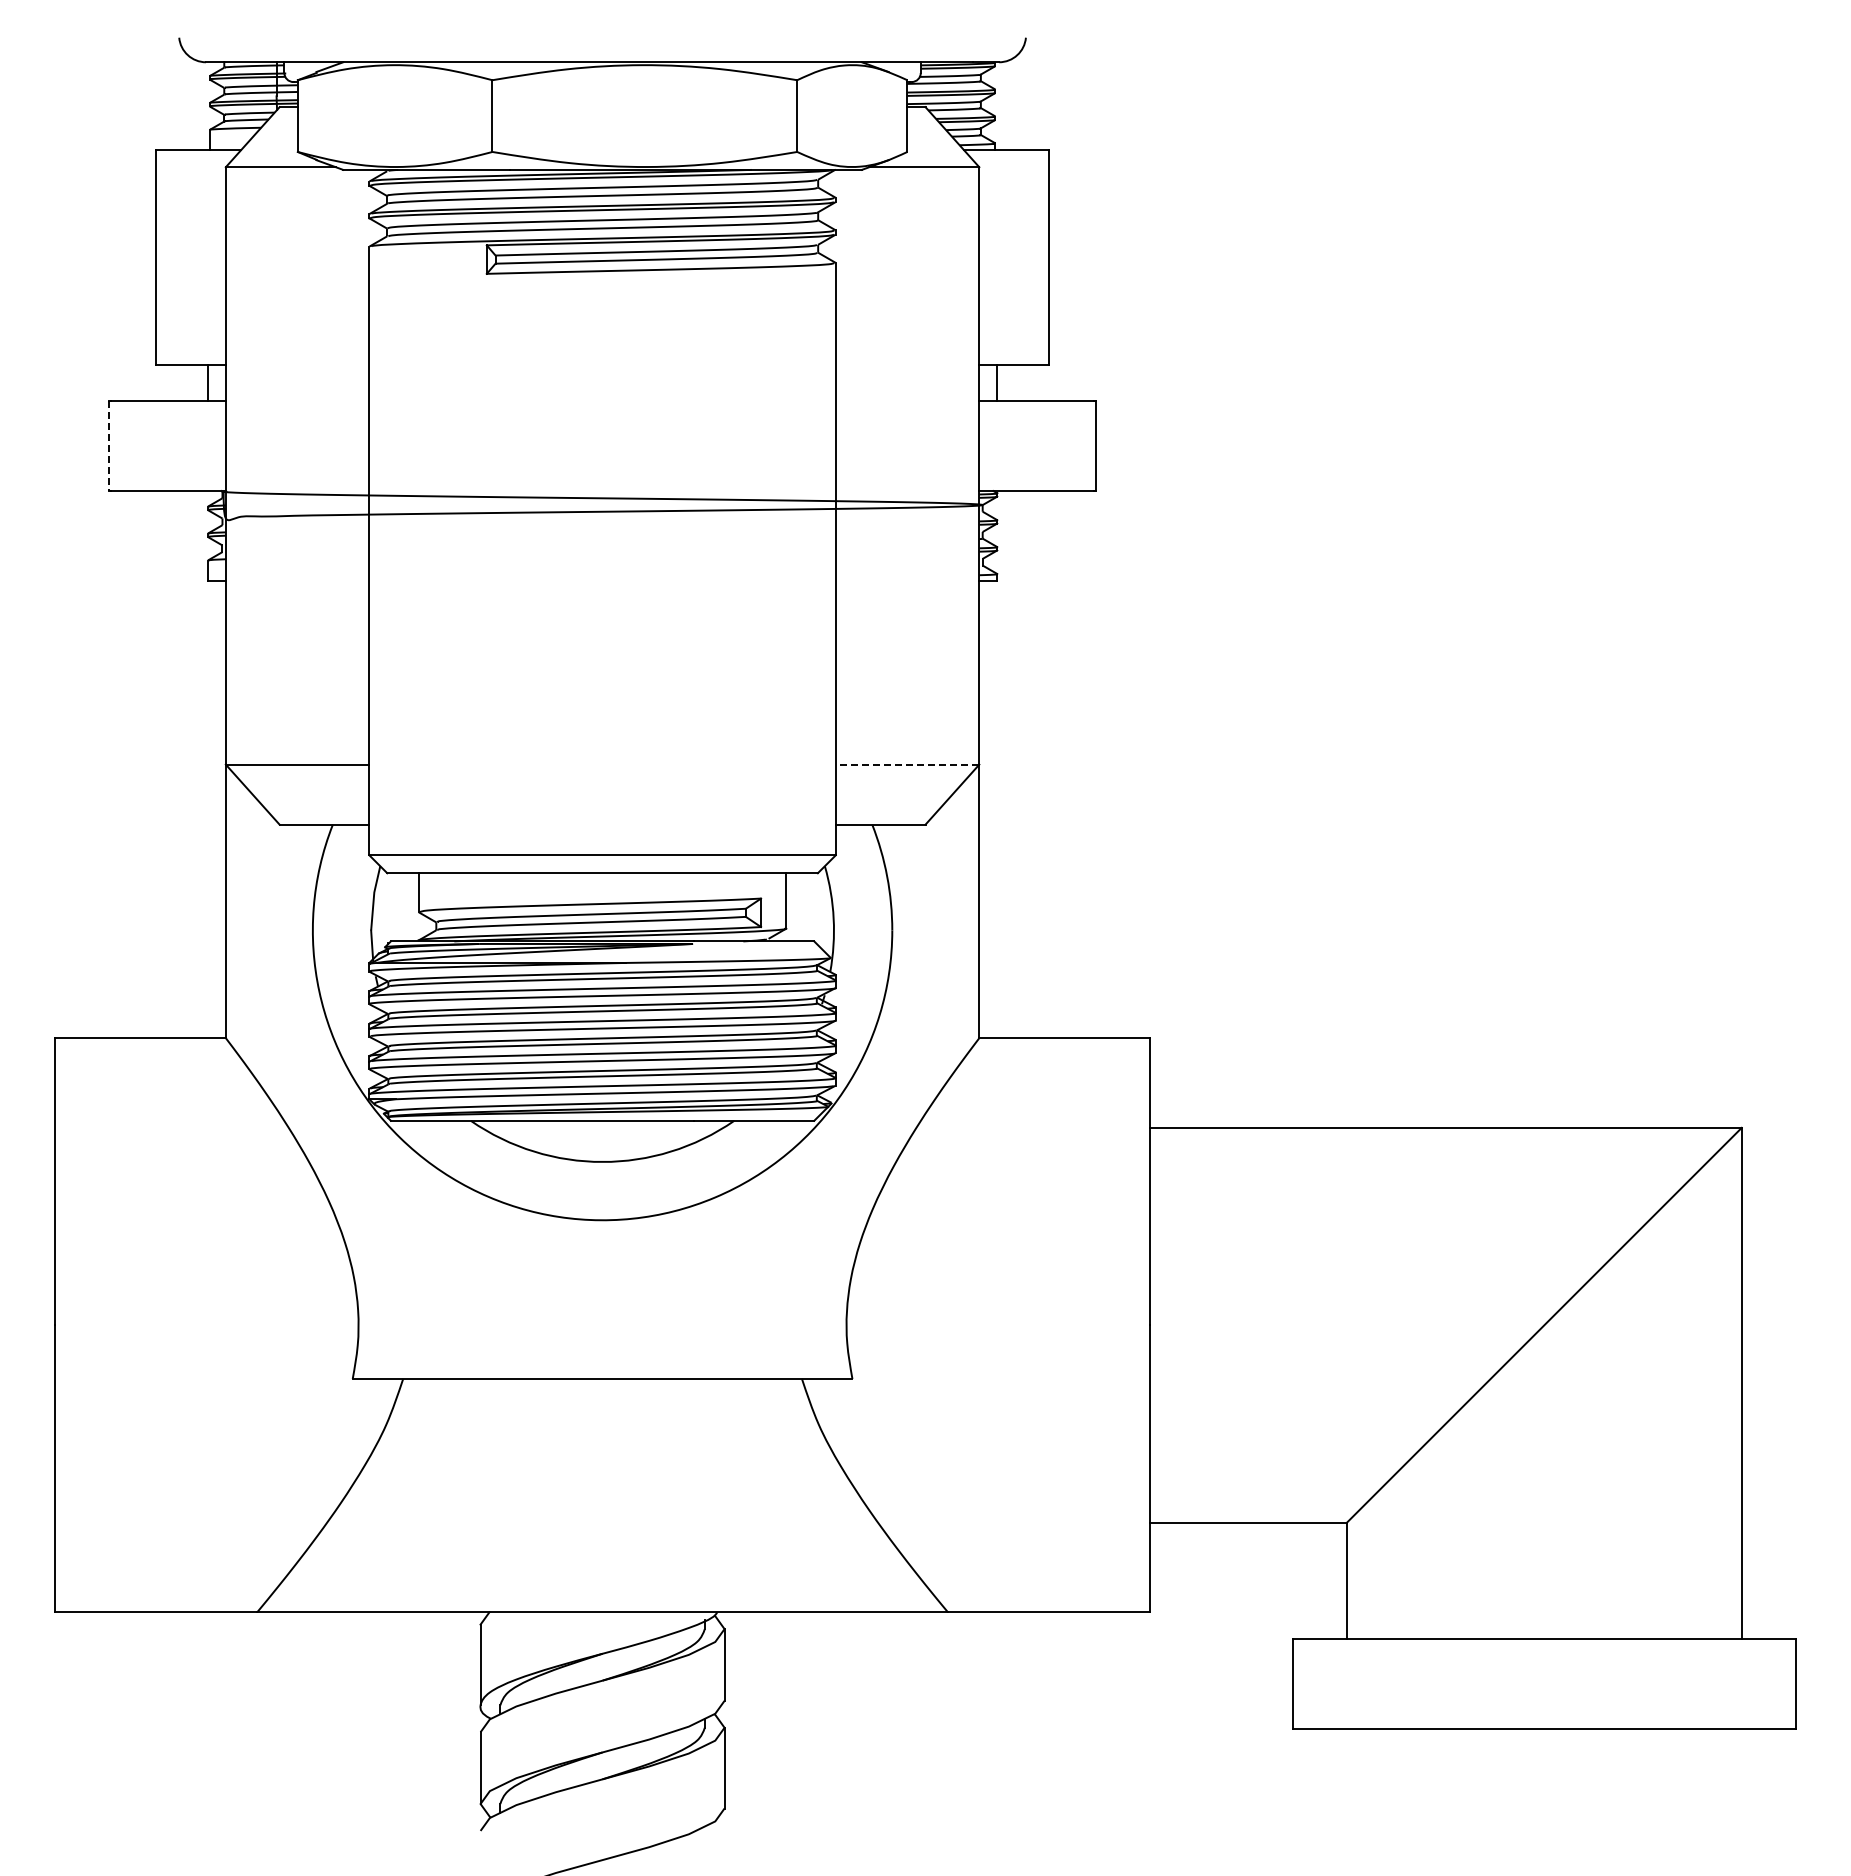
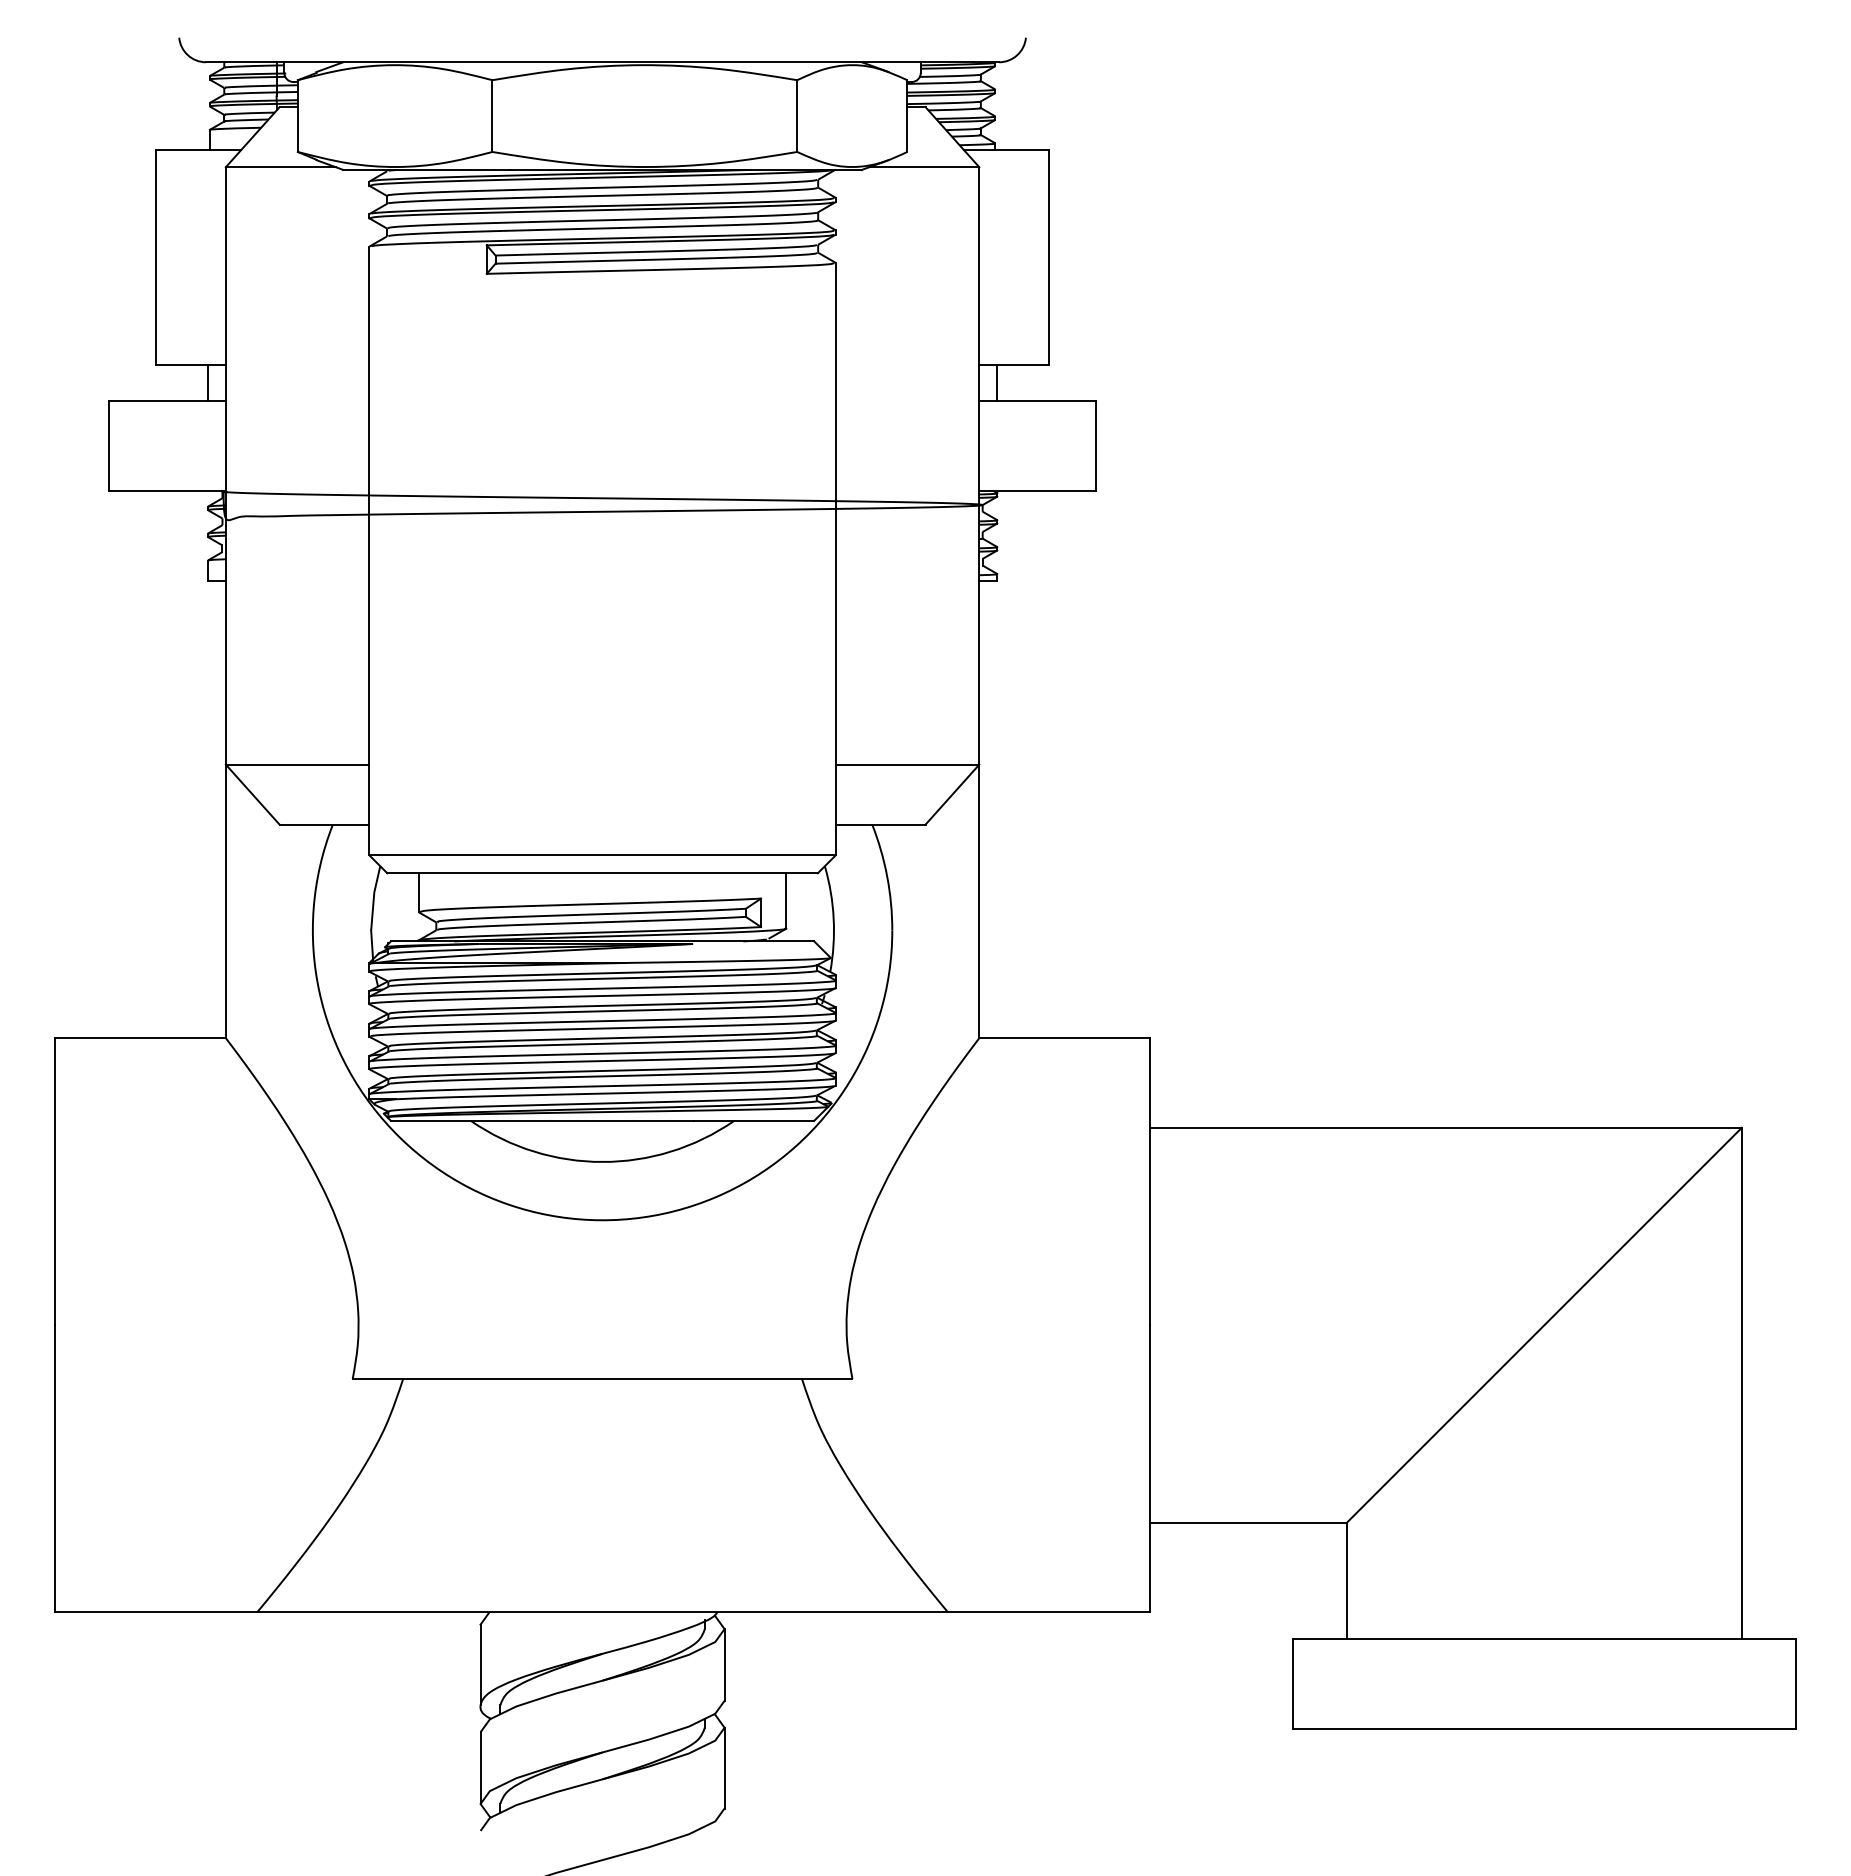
line at (109, 446): dashed -> solid
line at (907, 764): dashed -> solid
